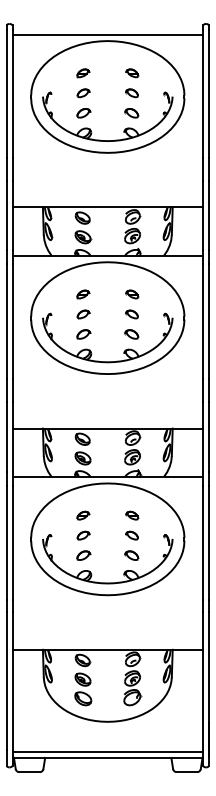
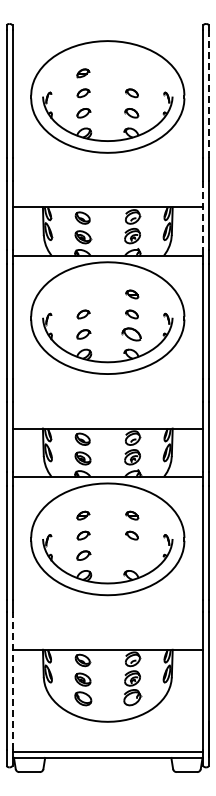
line at (107, 34): present -> none
part at (132, 73): present -> none
line at (209, 93): solid -> dashed
line at (203, 215): solid -> dashed
part at (83, 294): present -> none
part at (131, 334) size: 16x11 px -> 21x15 px
part at (131, 555): present -> none
line at (12, 680): solid -> dashed
